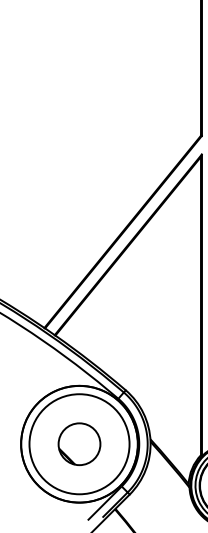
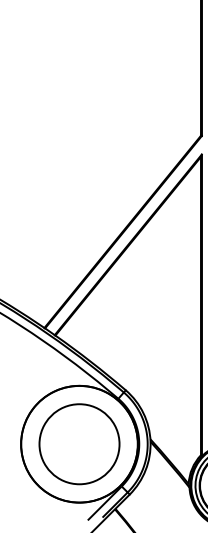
circle at (79, 444) diameter: 100 px -> 80 px
part at (79, 444): present -> none
